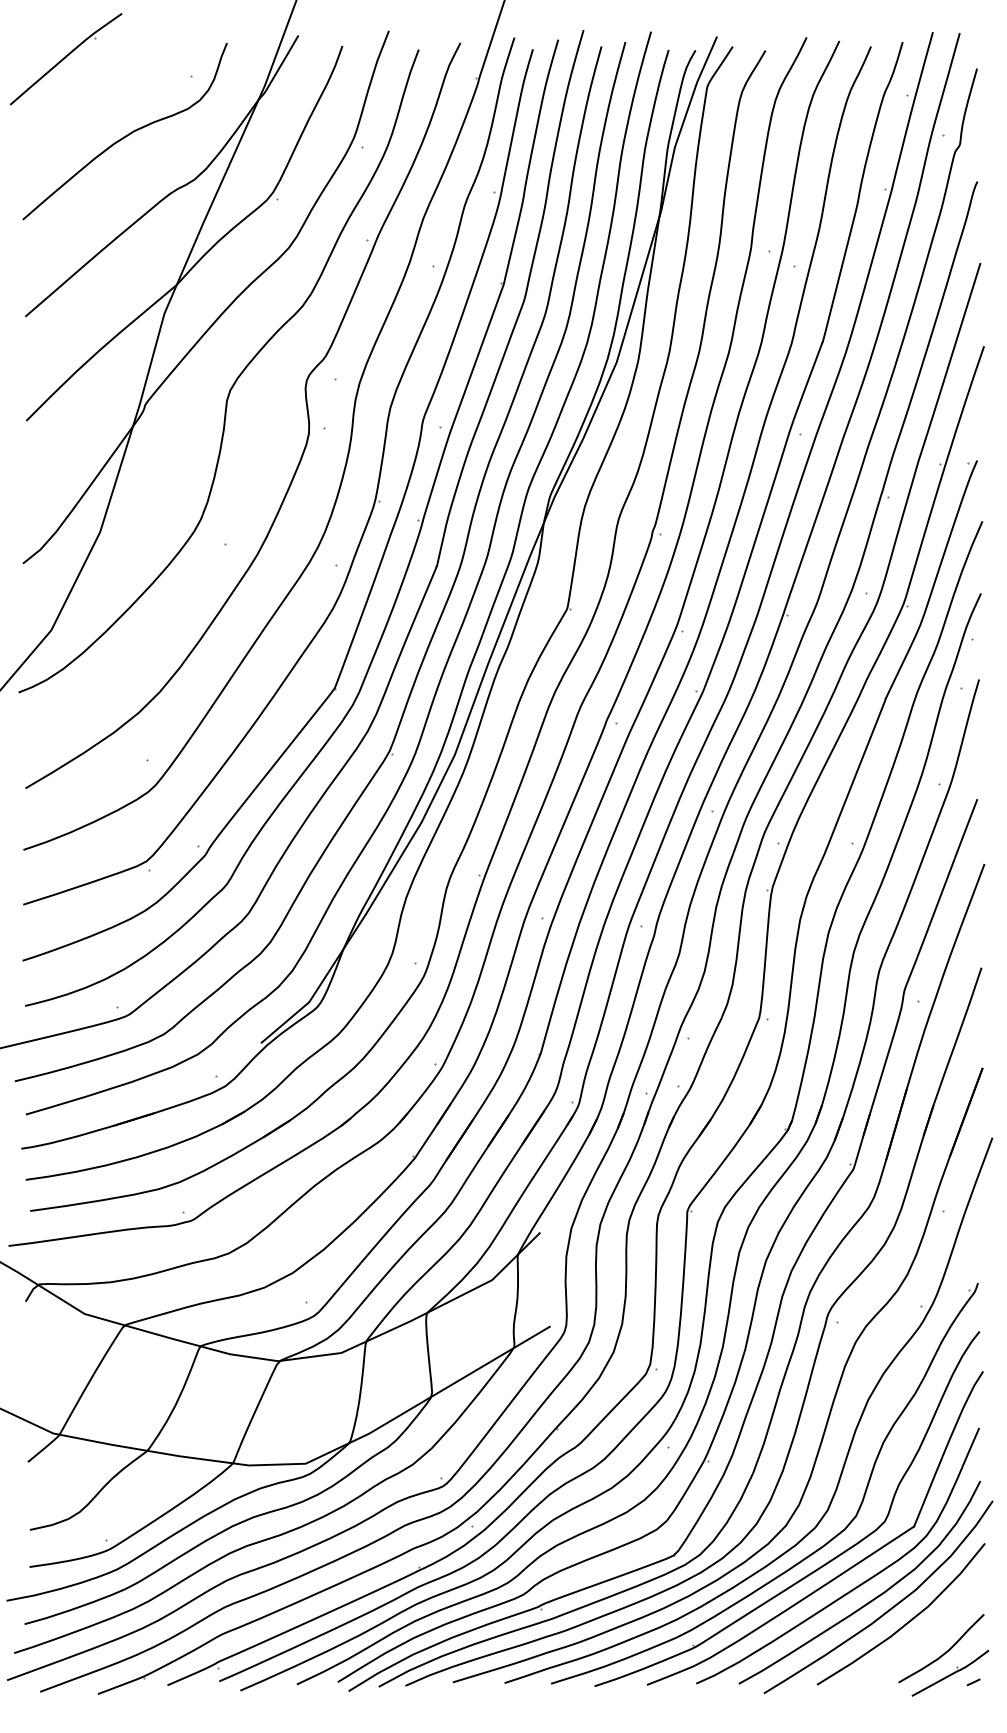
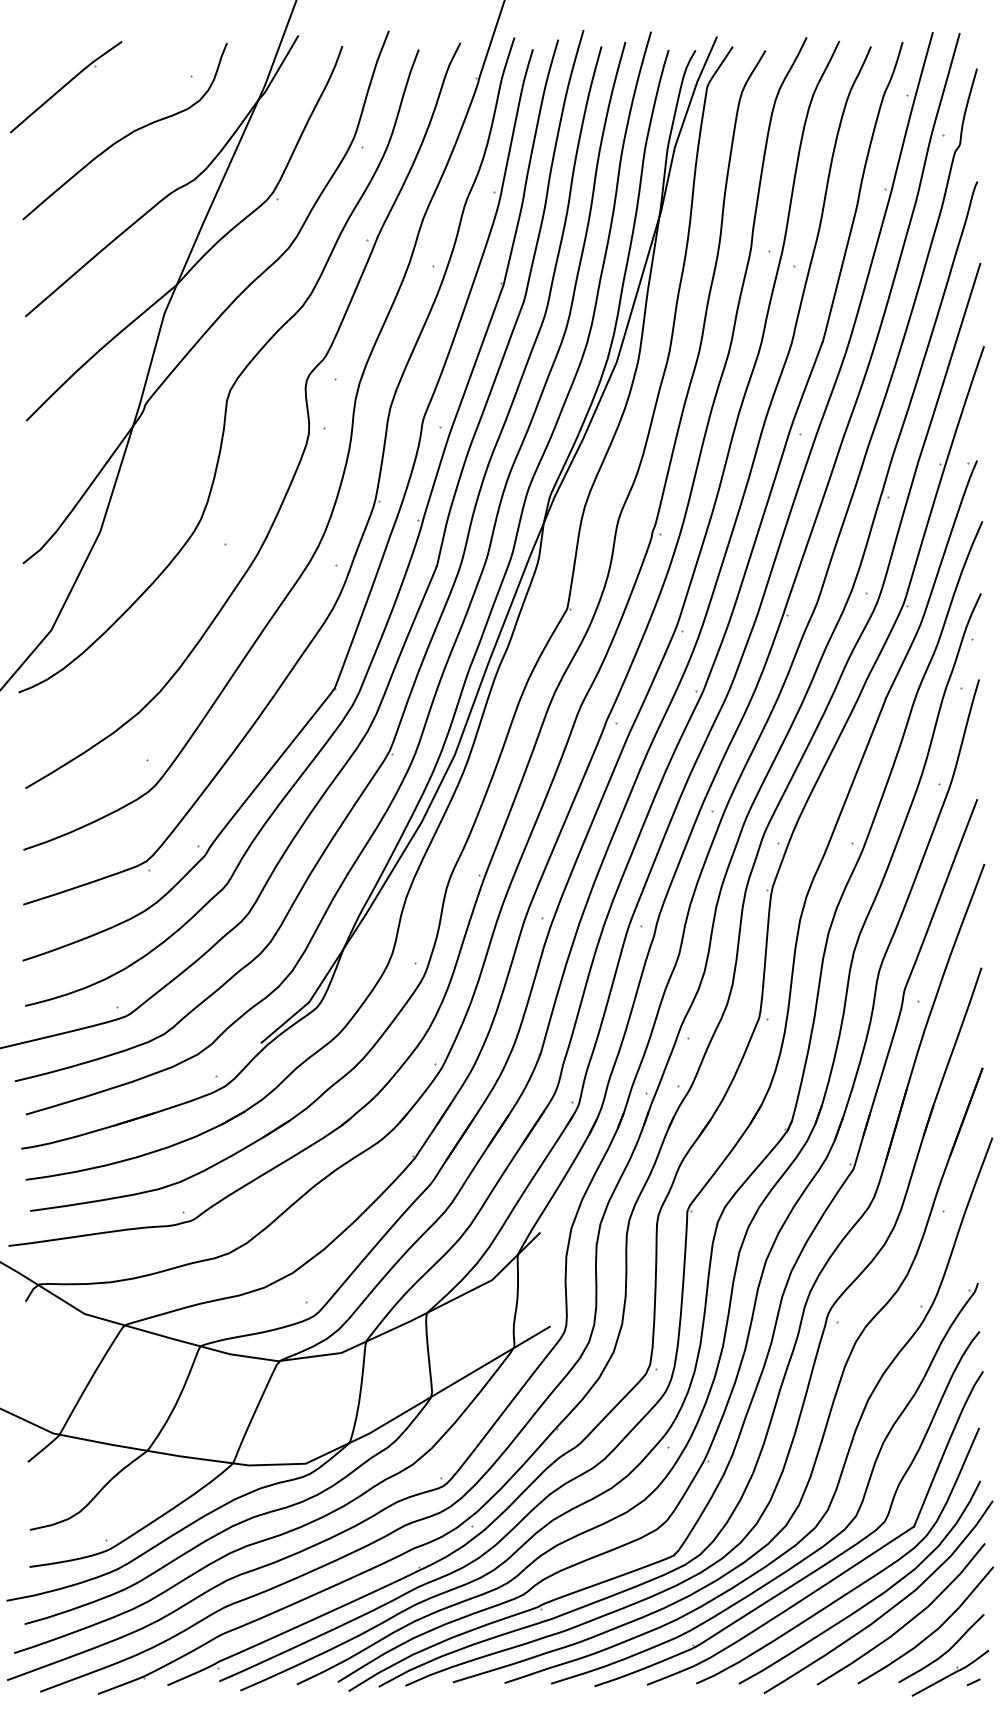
part at (65, 59) position: (65, 59) -> (65, 87)
curve at (931, 1632): none -> present
